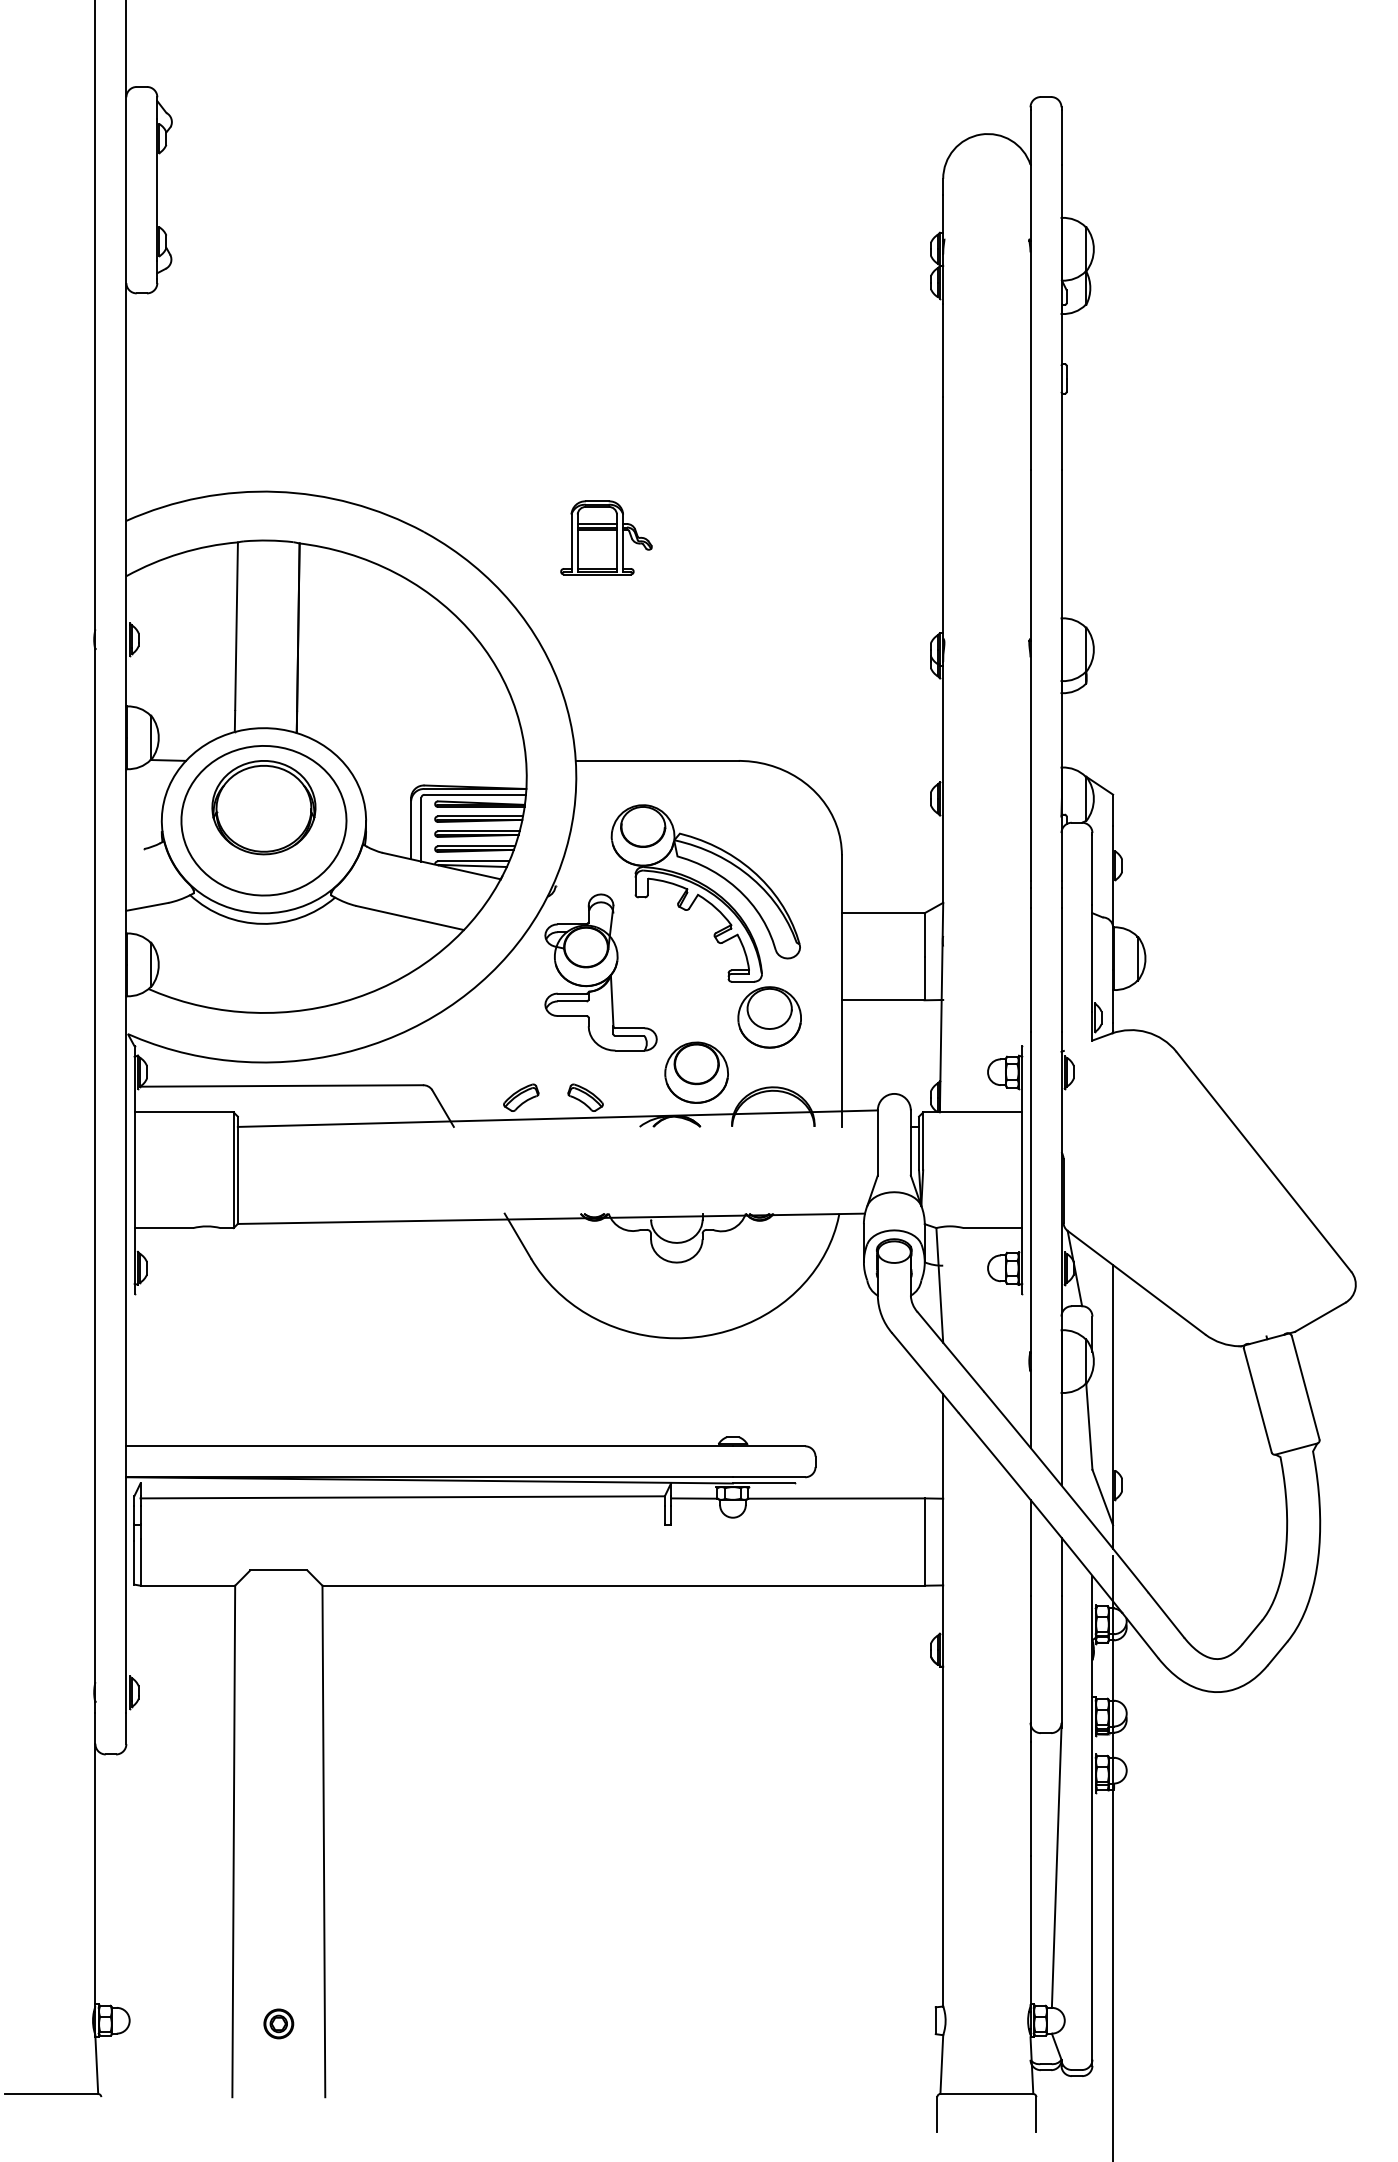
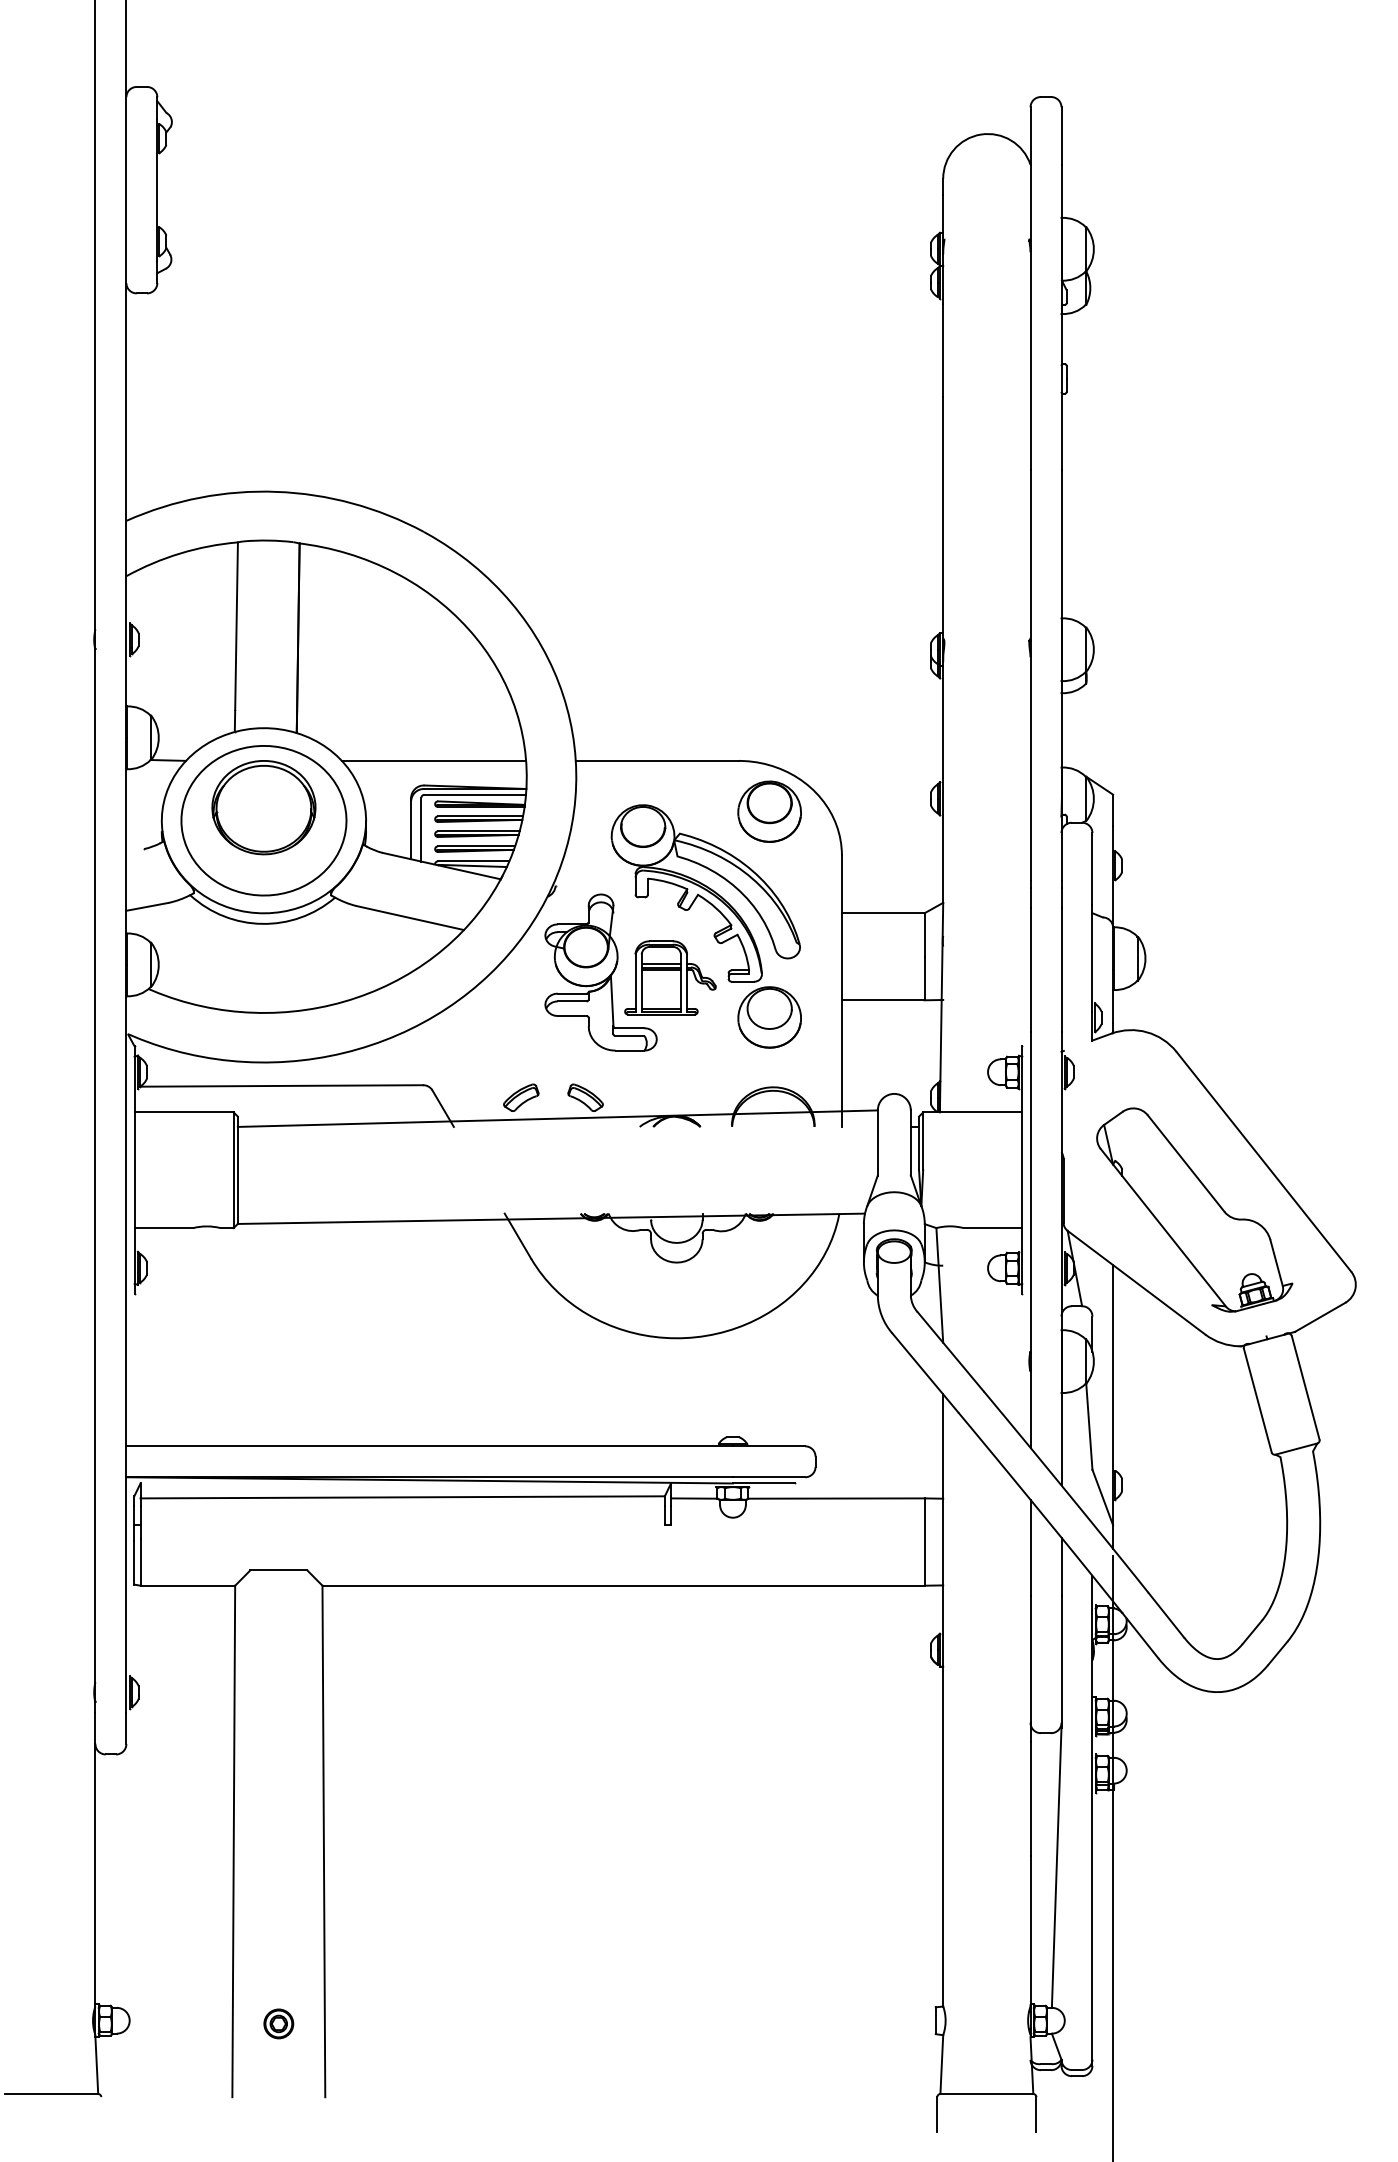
part at (606, 537) position: (606, 537) -> (670, 977)
line at (433, 760): none -> present
part at (696, 1072) position: (696, 1072) -> (769, 811)
part at (1194, 1209): none -> present
